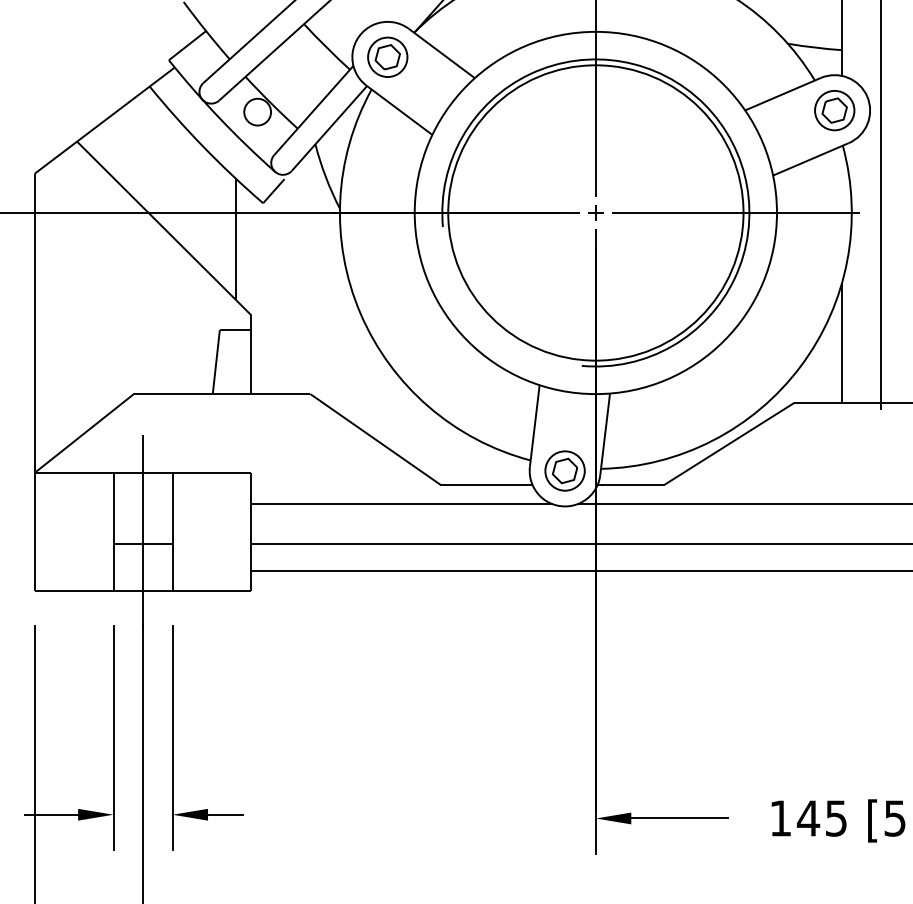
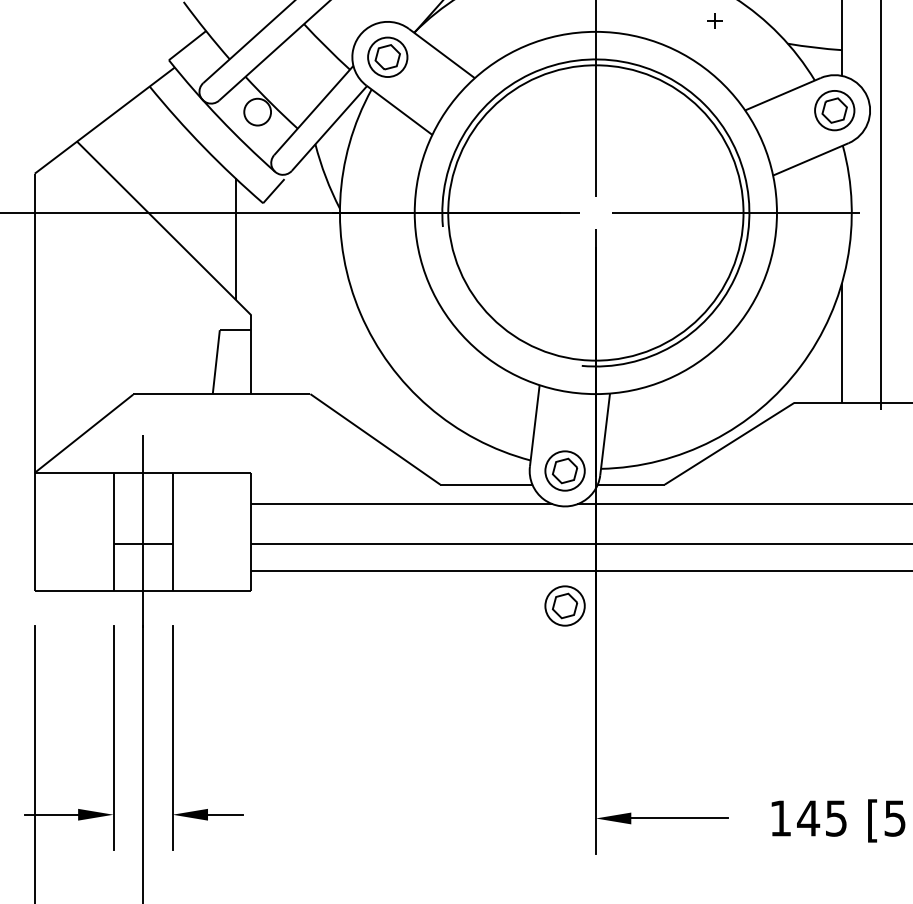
part at (595, 212) position: (595, 212) -> (714, 20)
part at (564, 605): none -> present
